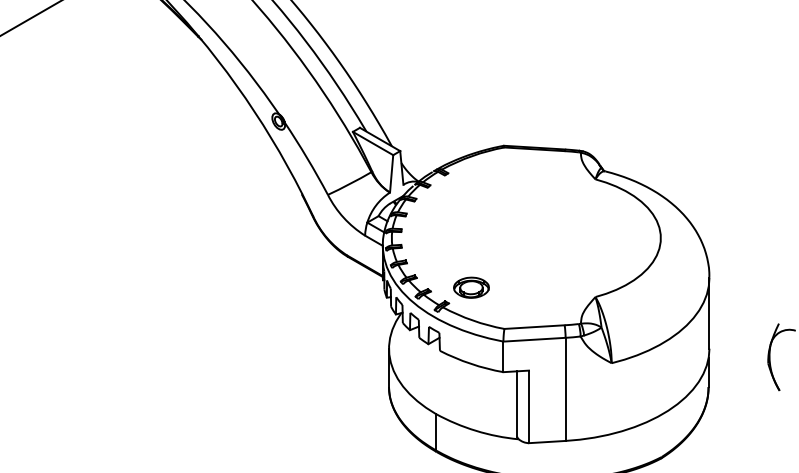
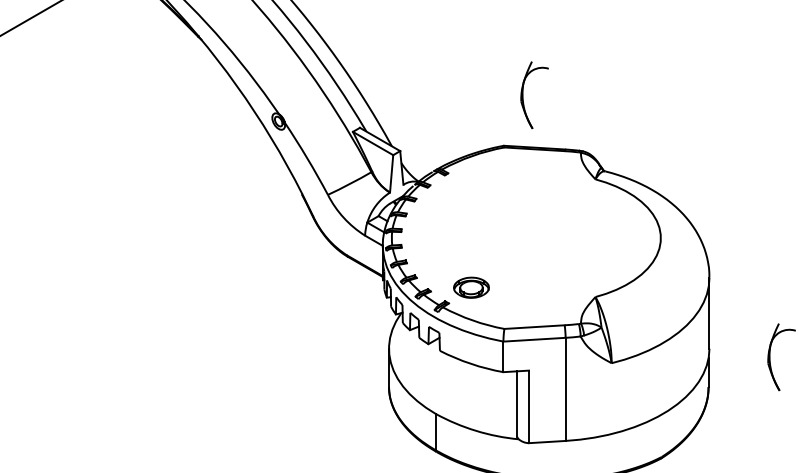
part at (523, 95): none -> present
